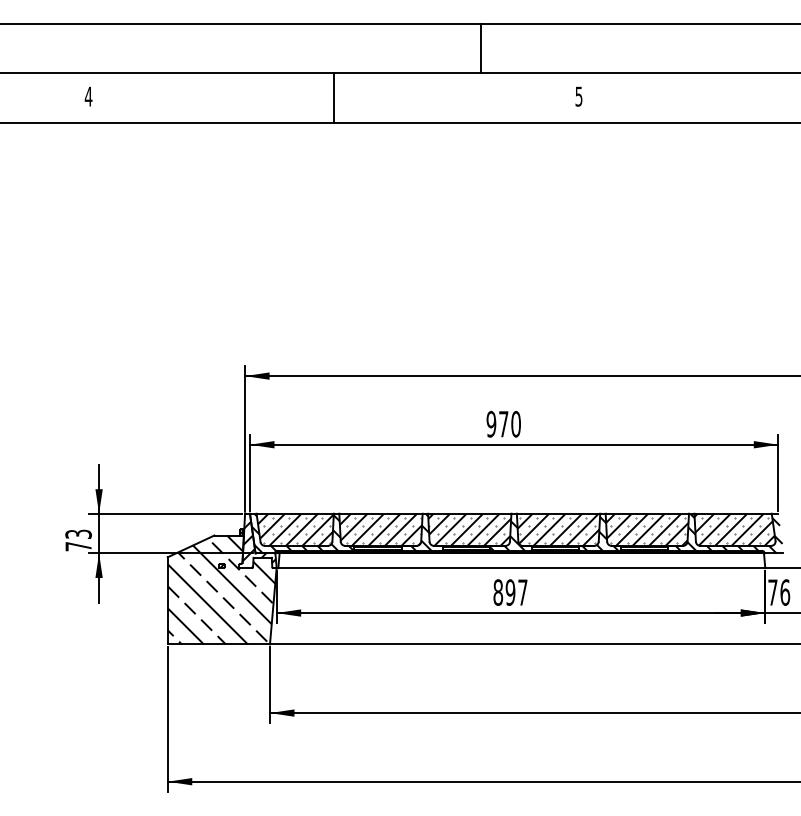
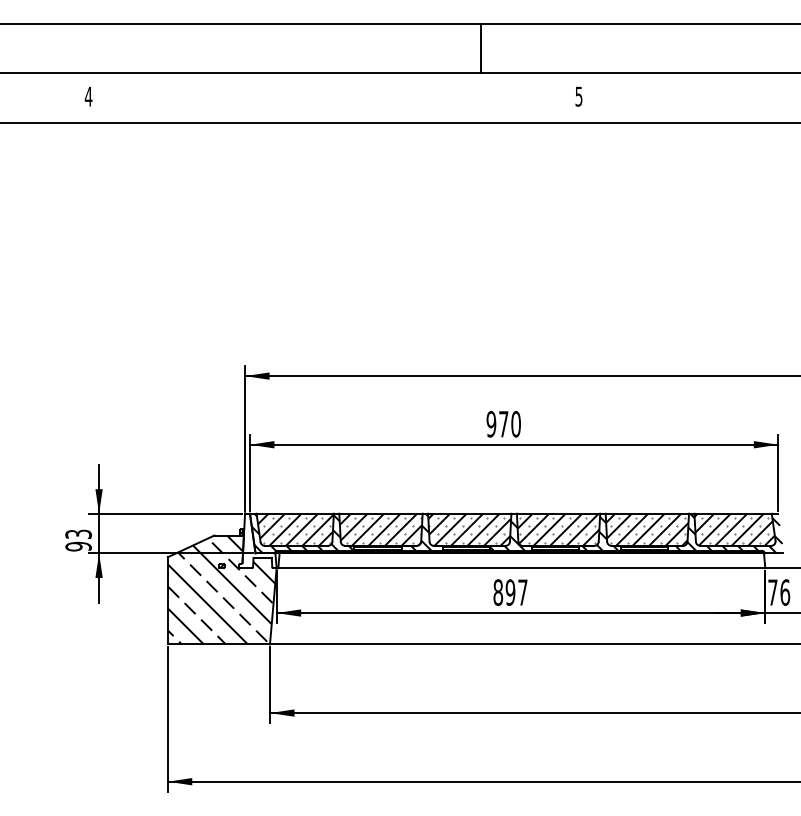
line at (333, 97): present -> none
hatch at (257, 544): present -> none
text at (78, 546): 73 -> 93
